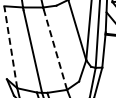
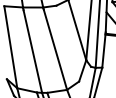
line at (10, 47): dashed -> solid
line at (55, 49): dashed -> solid
